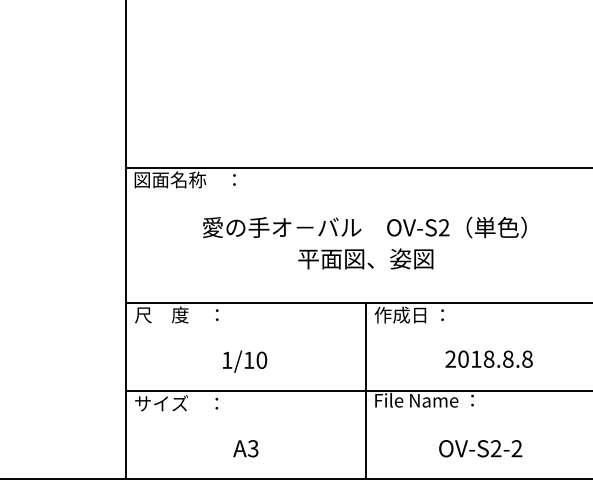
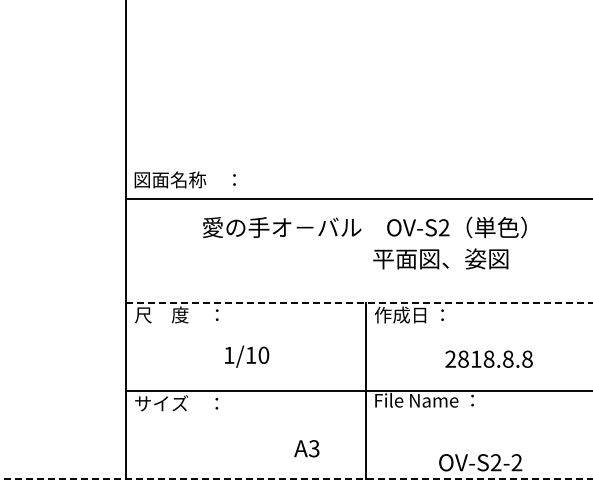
line at (357, 167) position: (357, 167) -> (357, 198)
text at (365, 258) position: (365, 258) -> (440, 258)
line at (359, 302): solid -> dashed
text at (463, 359): 2018.8.8 -> 2818.8.8
text at (245, 361) position: (245, 361) -> (247, 356)
text at (245, 448) position: (245, 448) -> (306, 448)
text at (480, 448) position: (480, 448) -> (480, 462)
line at (296, 478): solid -> dashed
